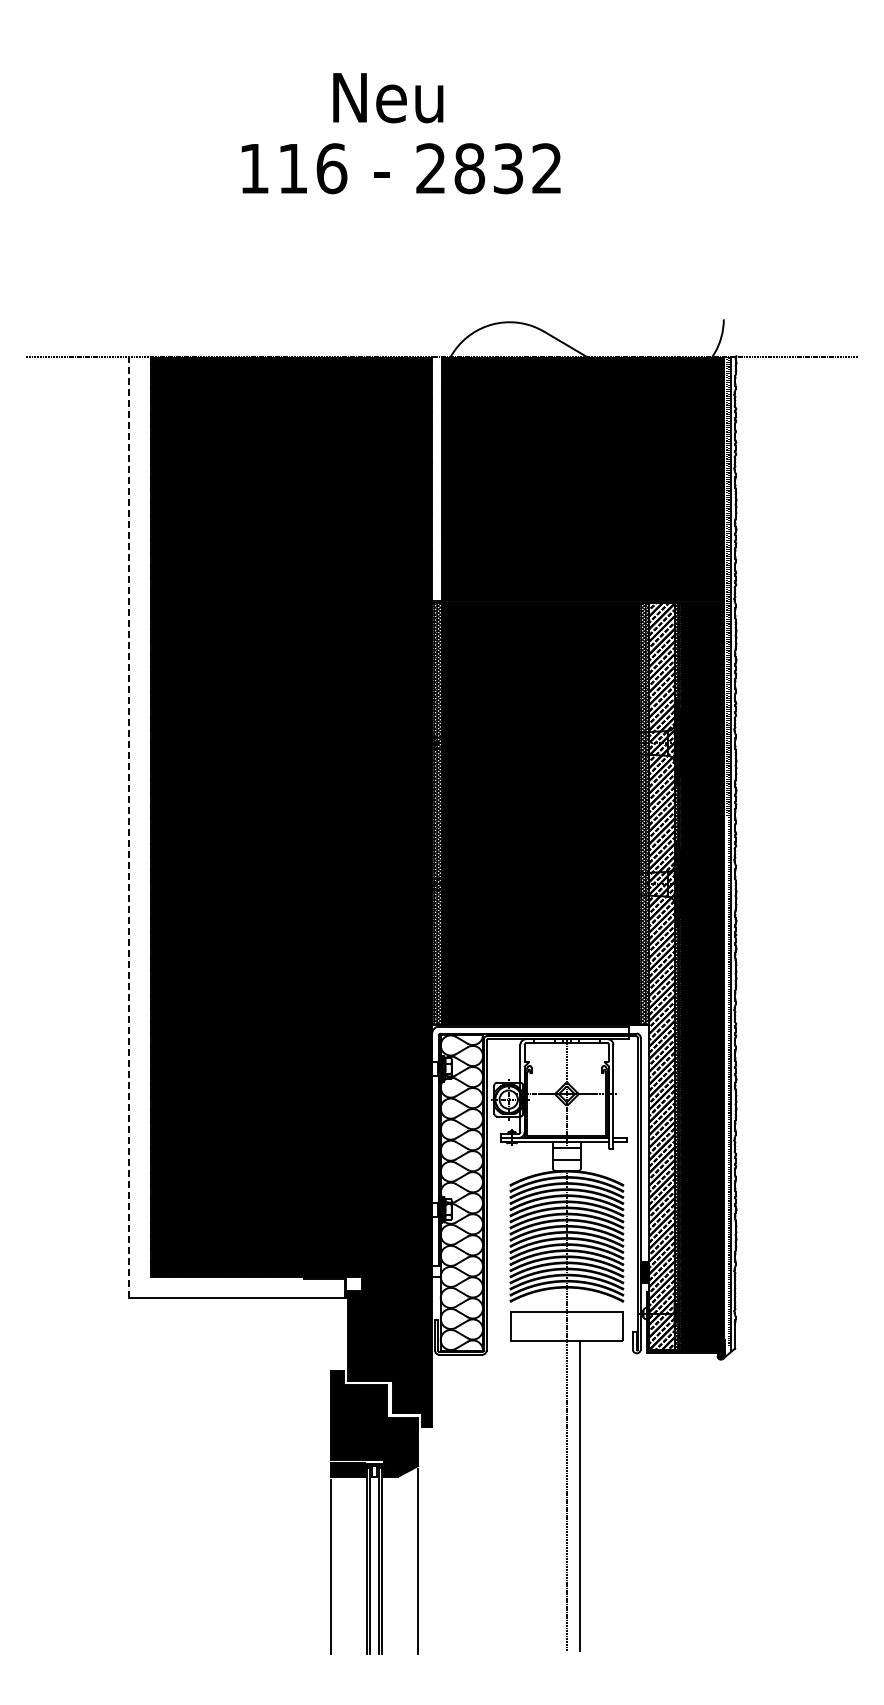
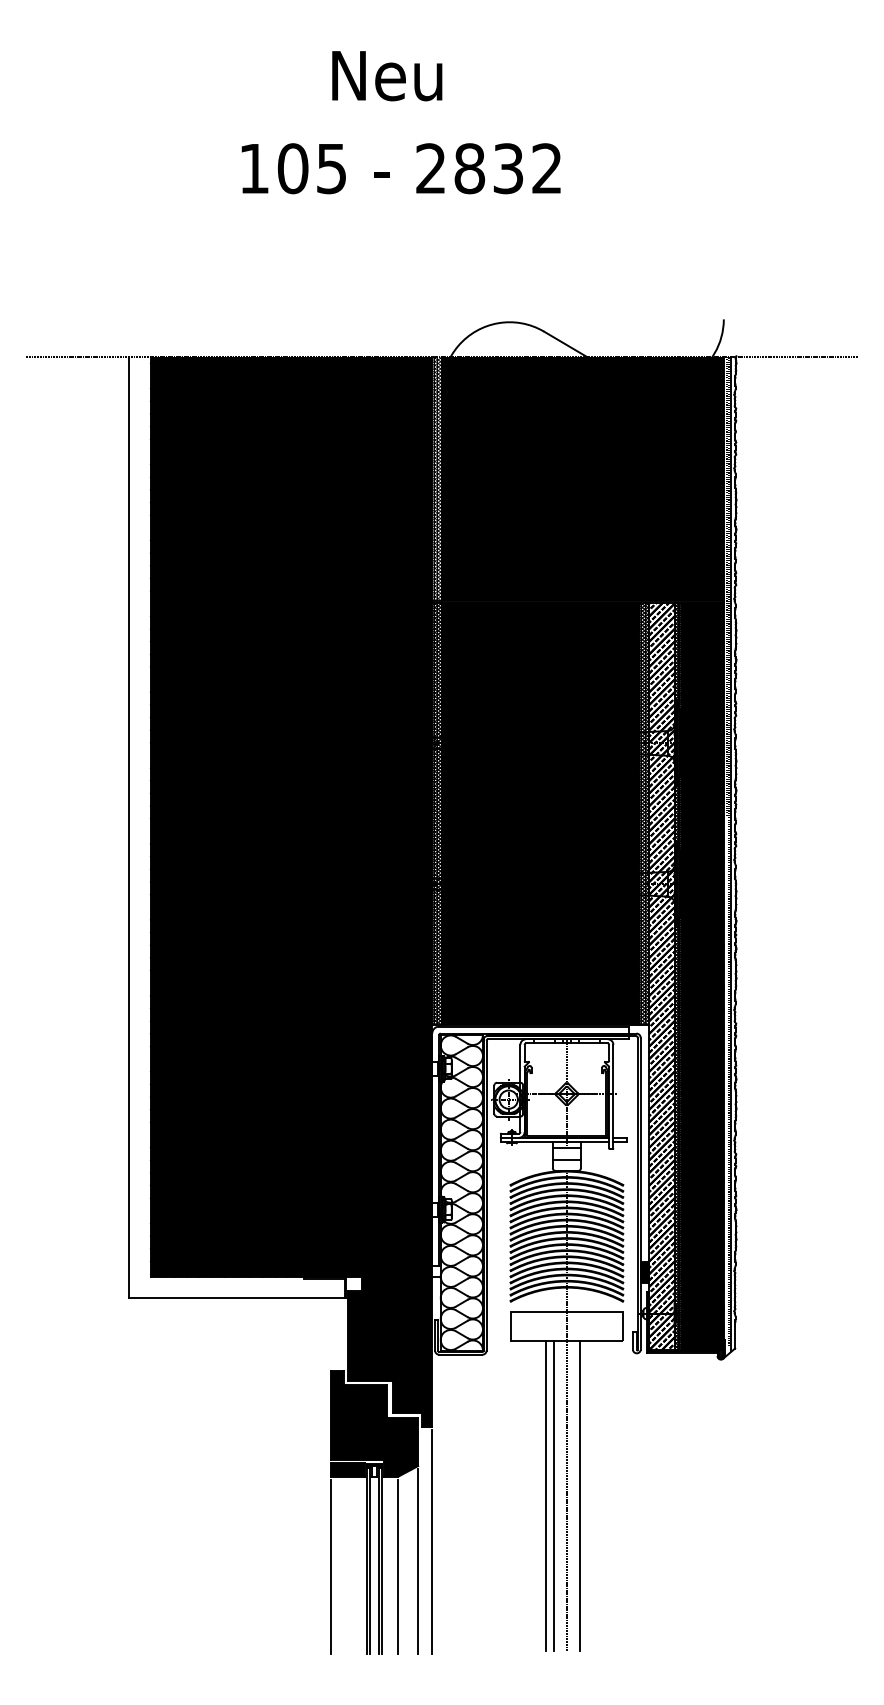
text at (388, 98) position: (388, 98) -> (387, 76)
text at (312, 168): 116 -> 105
hatch at (437, 479): none -> present
line at (129, 827): dashed -> solid
line at (546, 1495): none -> present
line at (554, 1495): none -> present
line at (432, 1541): none -> present
line at (398, 1566): none -> present
